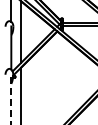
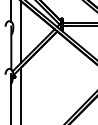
line at (11, 98): dashed -> solid
